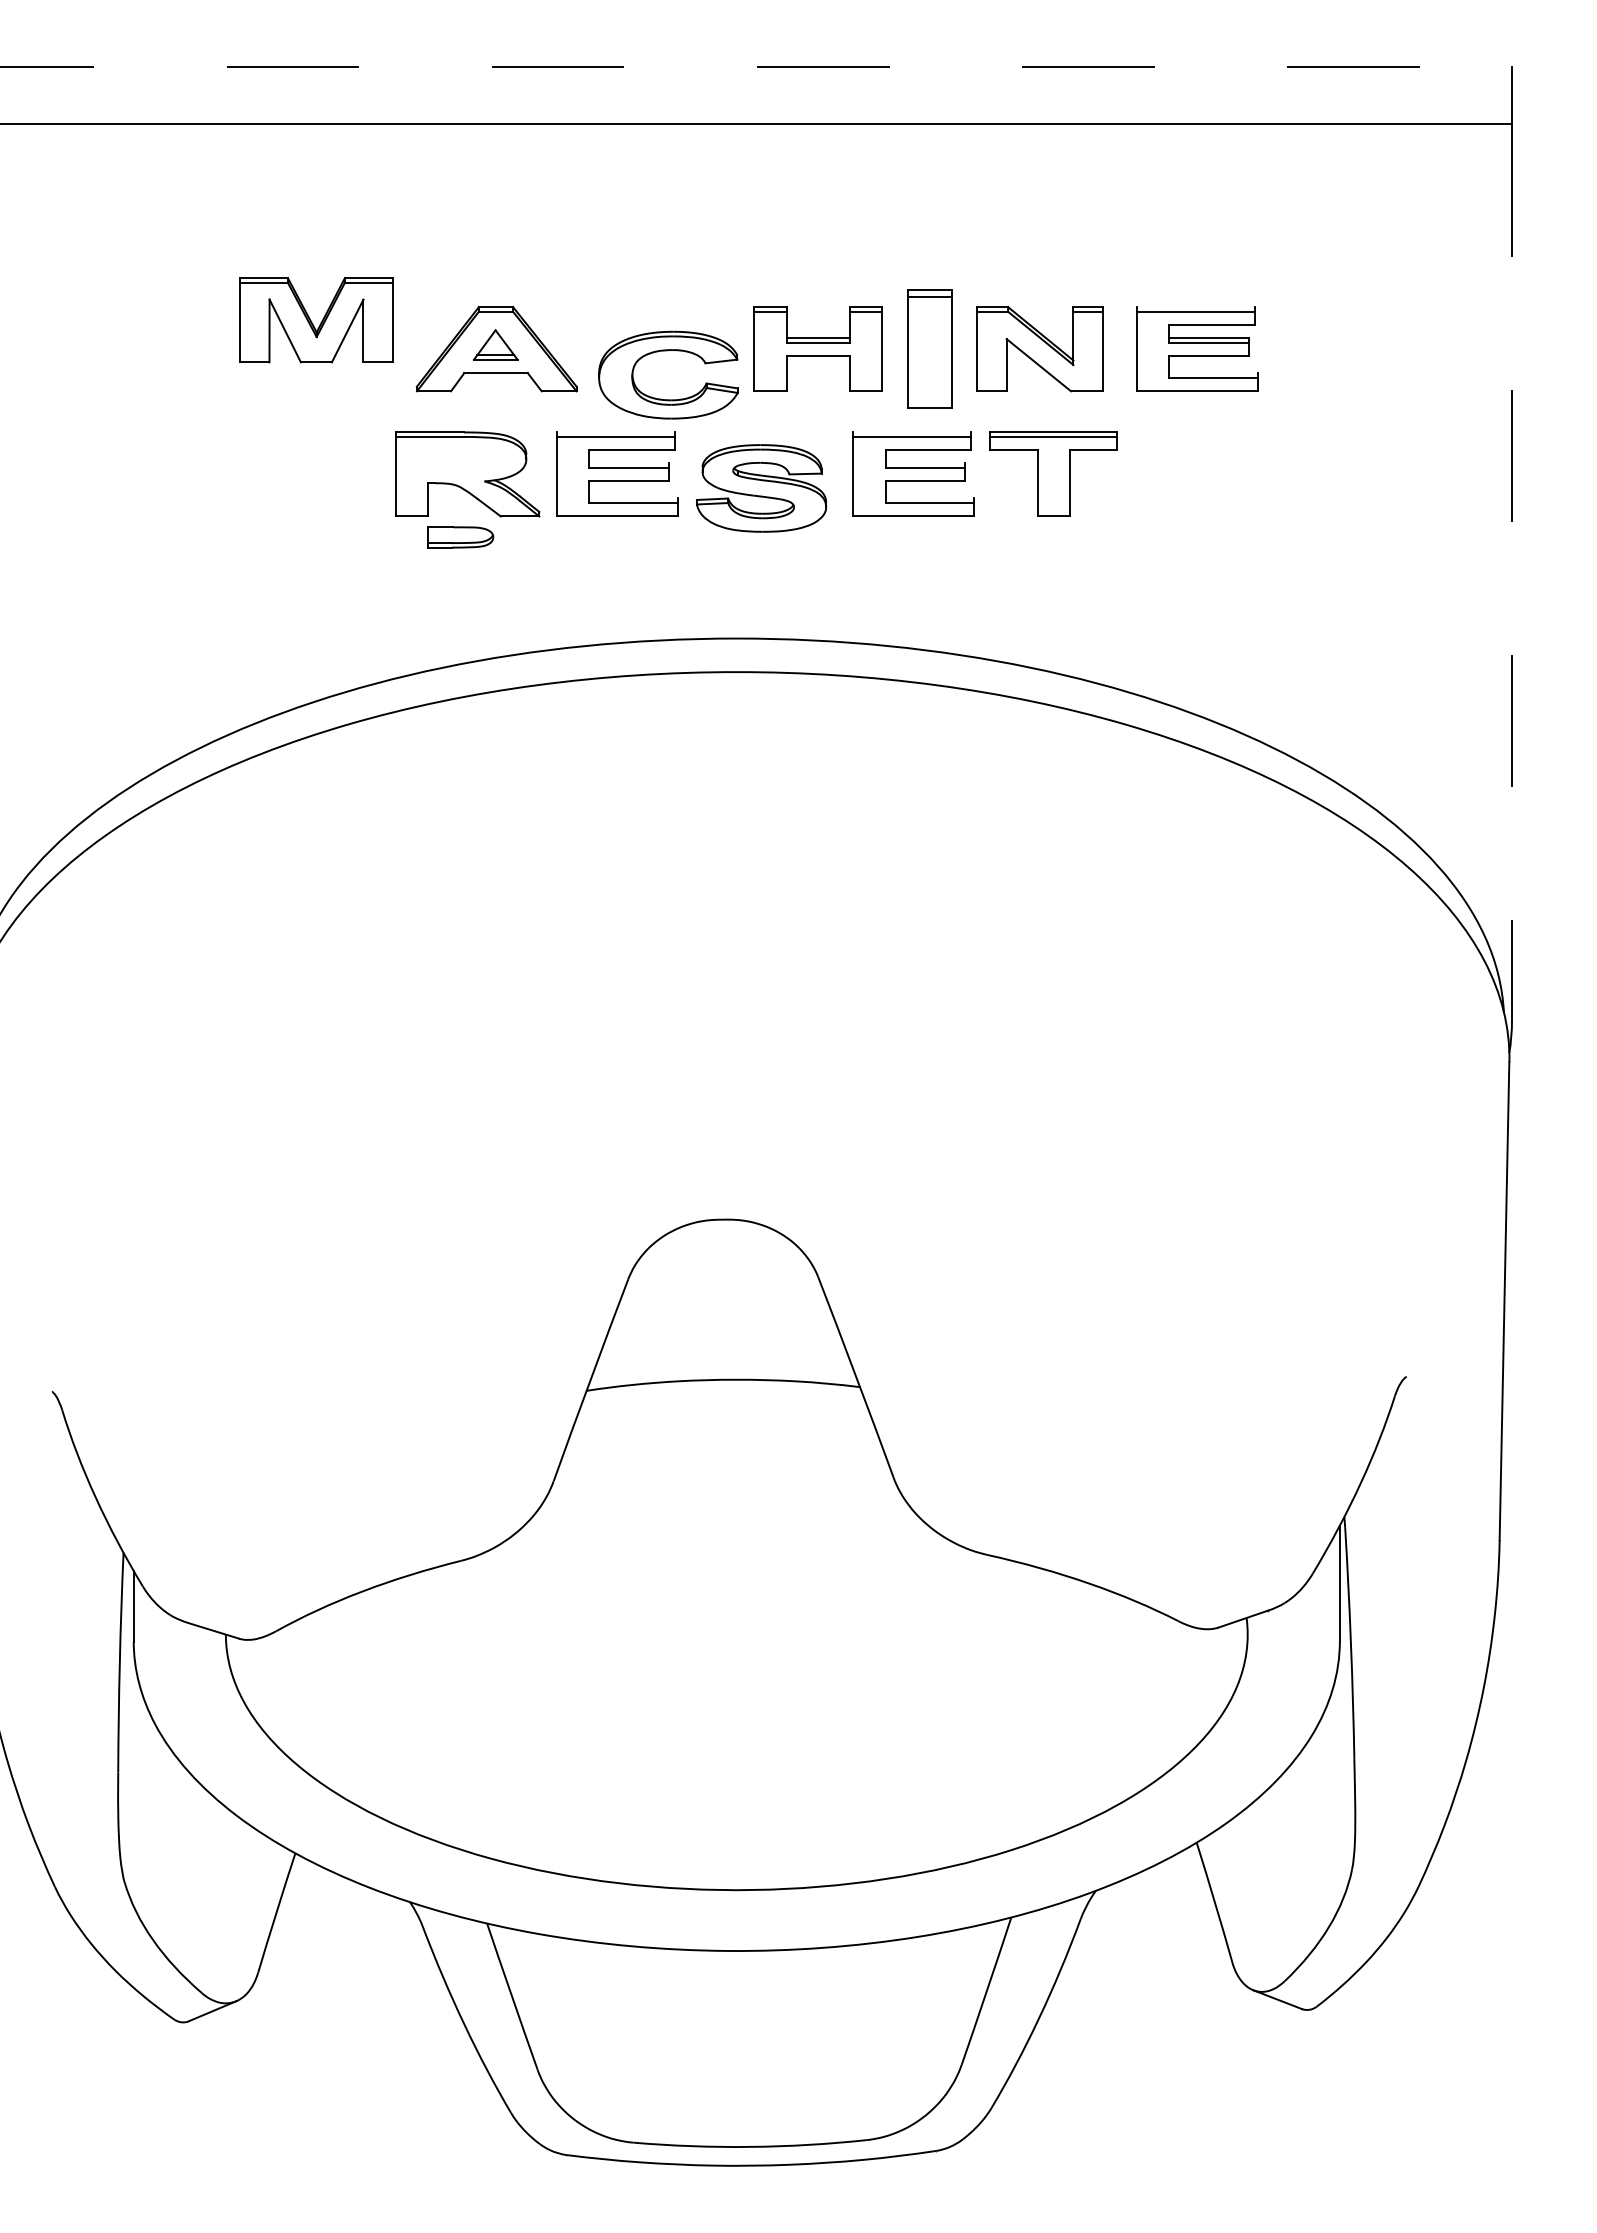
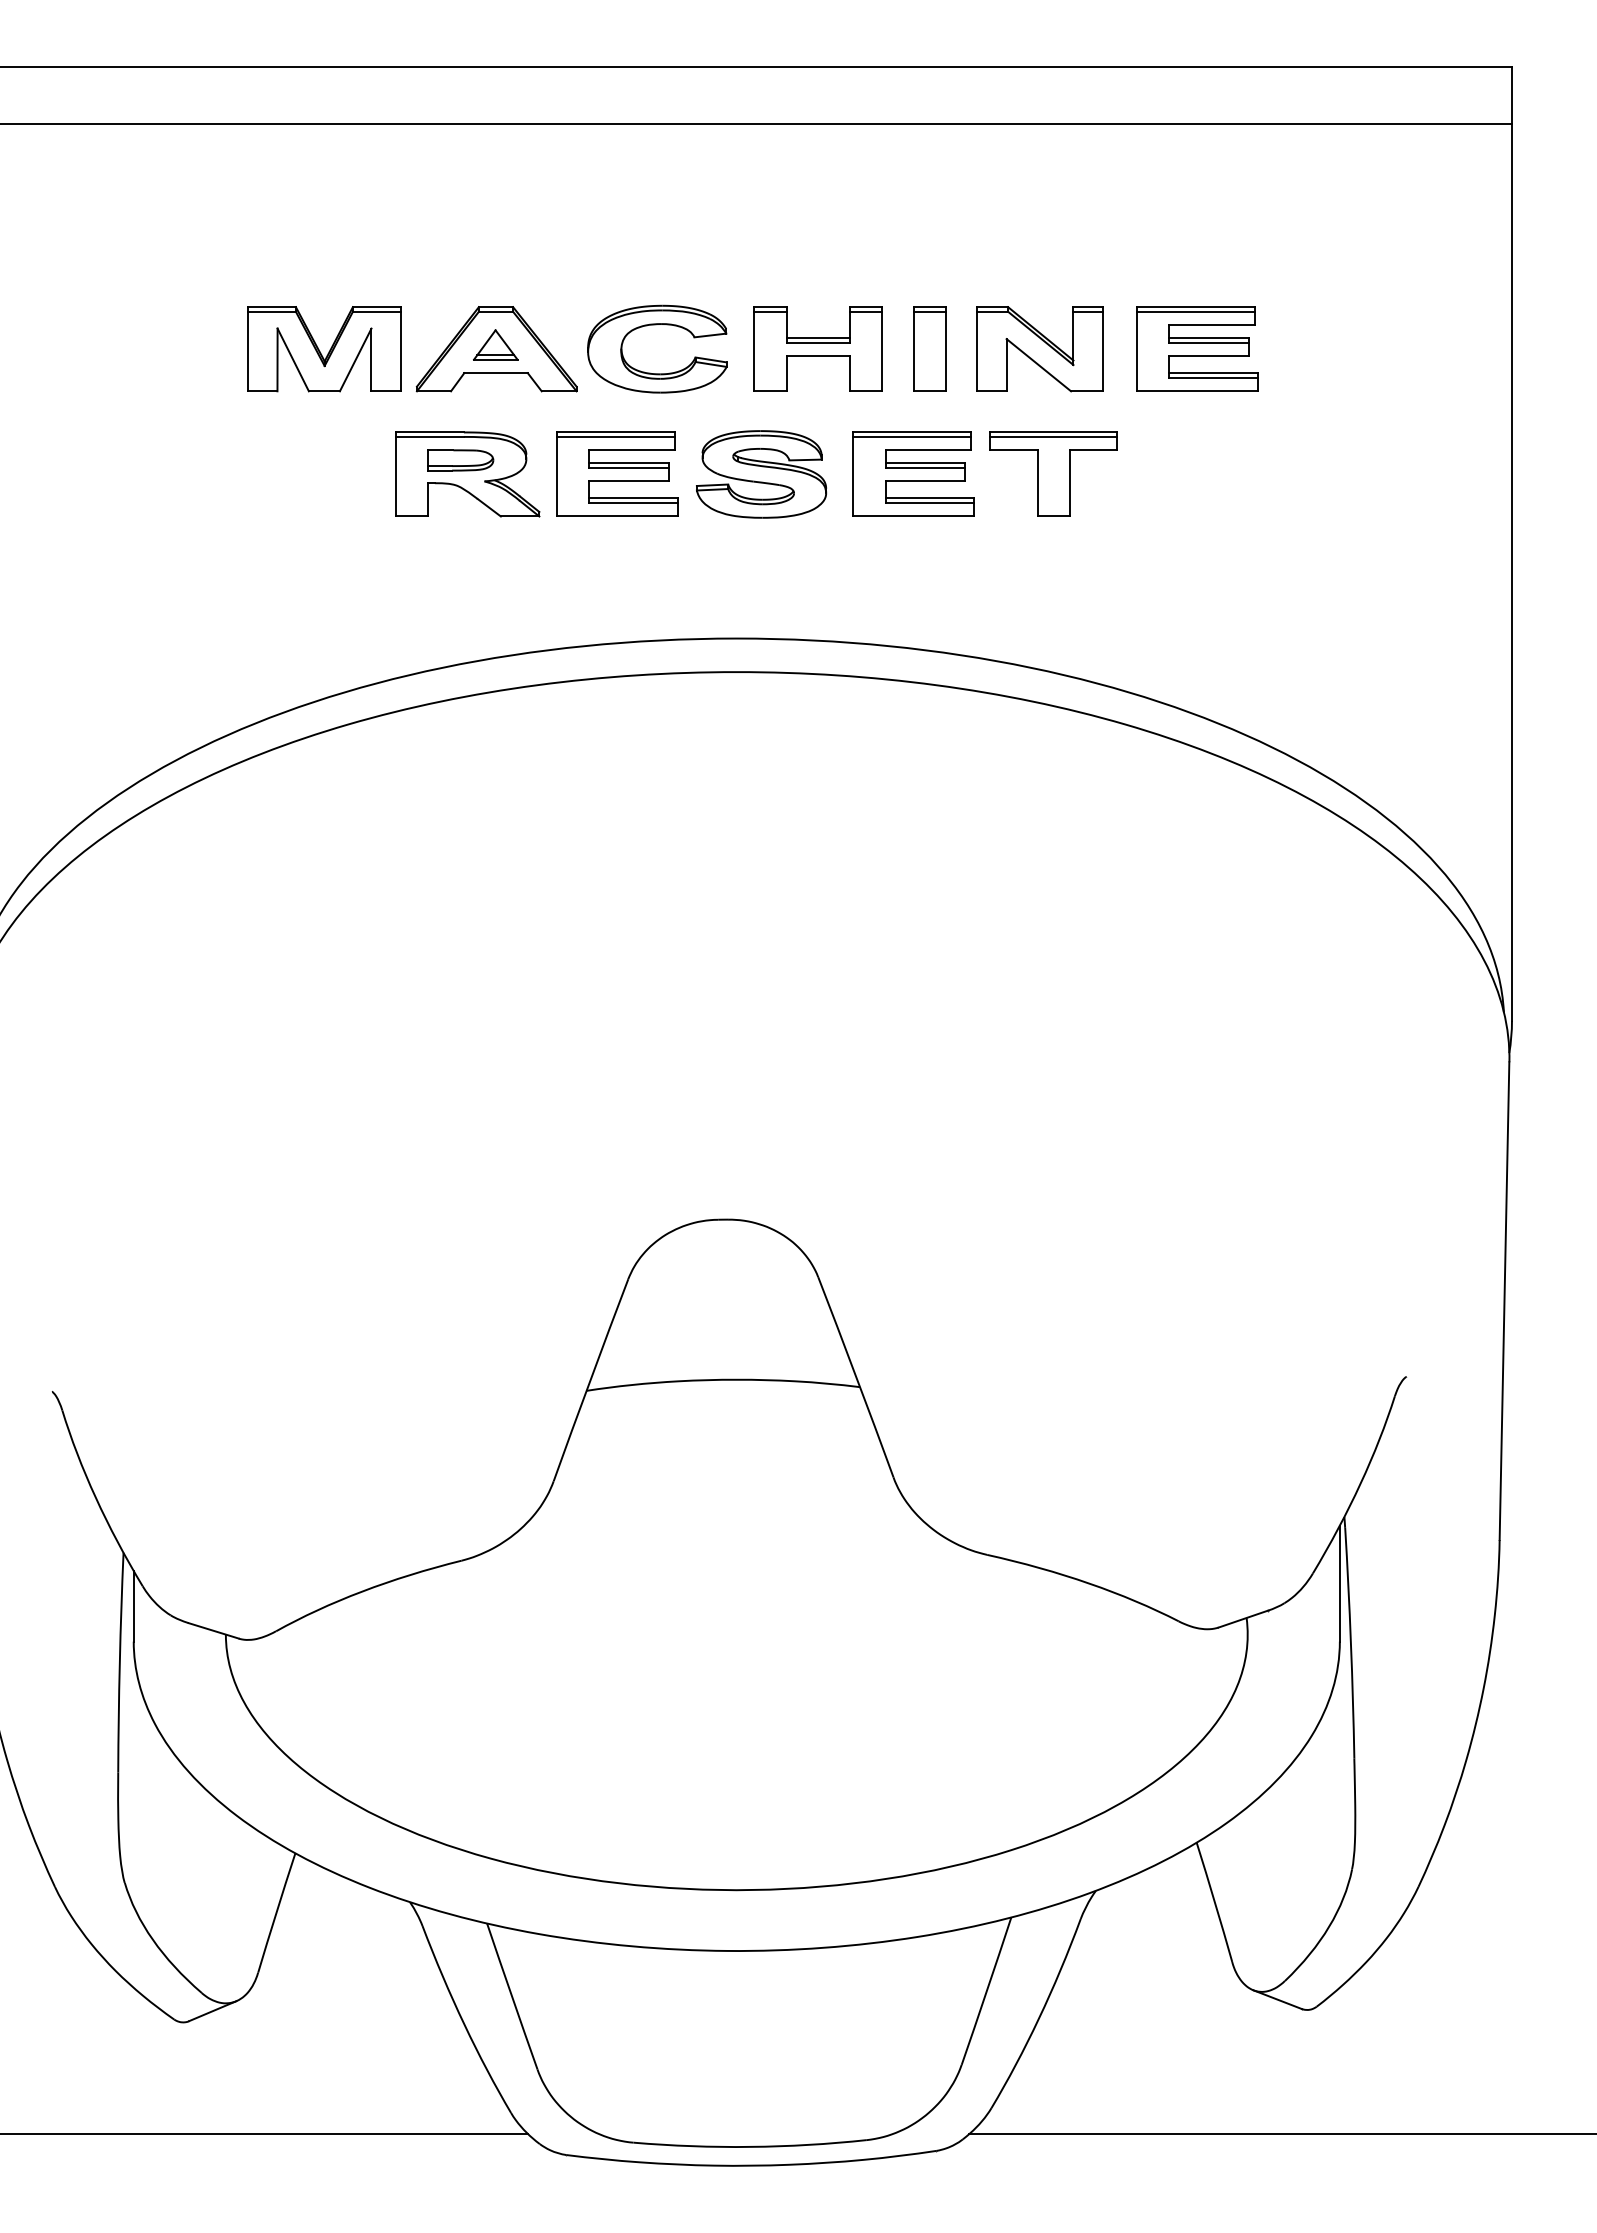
line at (756, 66): dashed -> solid
line at (1196, 307): none -> present
part at (316, 320) position: (316, 320) -> (324, 349)
part at (929, 348) size: 46x120 px -> 34x86 px
part at (667, 351) position: (667, 351) -> (656, 325)
line at (1213, 373): none -> present
line at (615, 432): none -> present
line at (912, 432): none -> present
line at (628, 463): none -> present
line at (925, 463): none -> present
part at (761, 488) position: (761, 488) -> (761, 474)
line at (632, 498): none -> present
line at (929, 498): none -> present
part at (460, 537) position: (460, 537) -> (460, 460)
line at (1511, 573): dashed -> solid
line at (265, 2134): none -> present
line at (1281, 2134): none -> present
